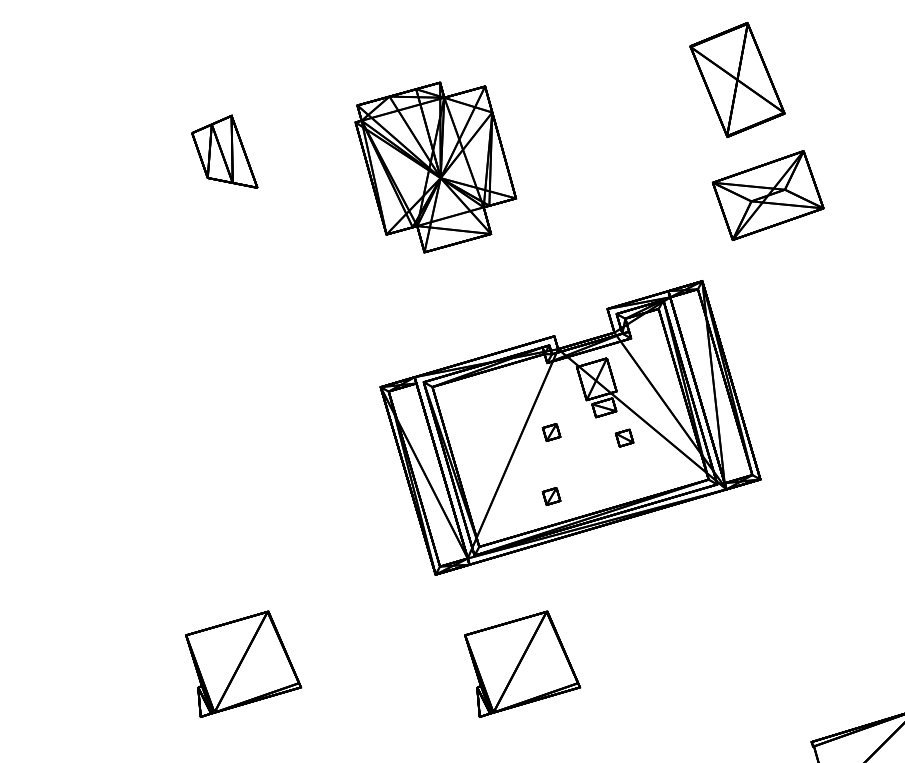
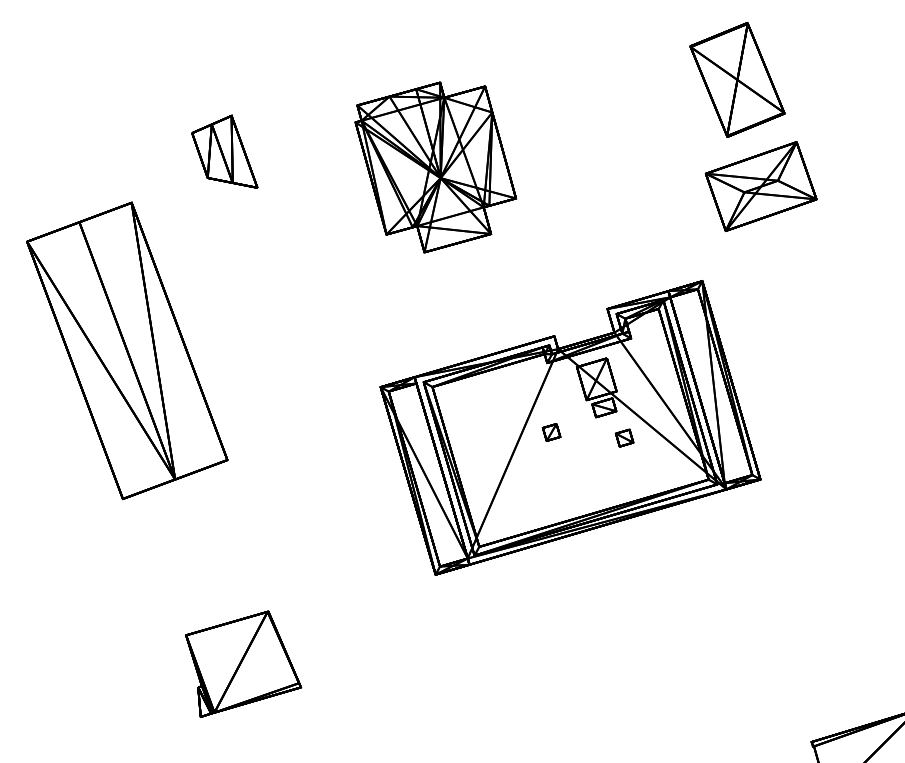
part at (767, 195) position: (767, 195) -> (760, 186)
part at (127, 350): none -> present
part at (551, 496): present -> none
part at (522, 663): present -> none
